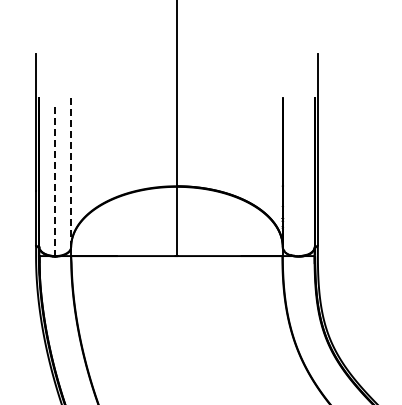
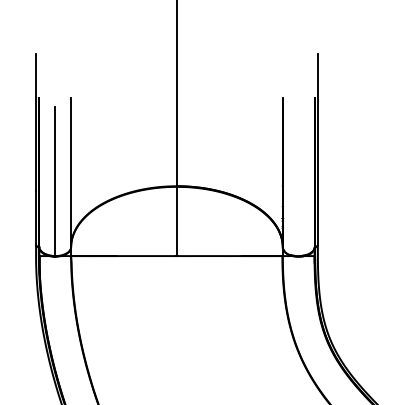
line at (71, 172): dashed -> solid
line at (55, 181): dashed -> solid
